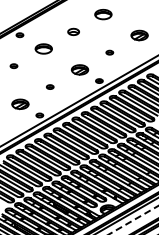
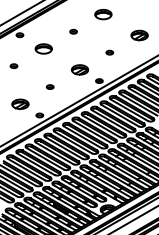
line at (21, 13): none -> present
part at (73, 31) size: 13x9 px -> 9x7 px
line at (133, 220): dashed -> solid
